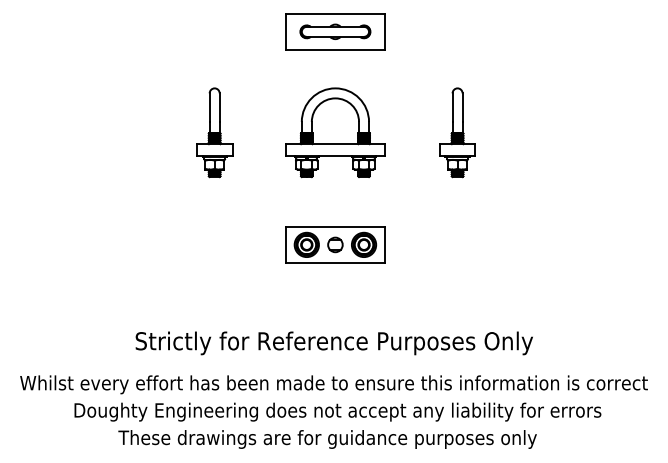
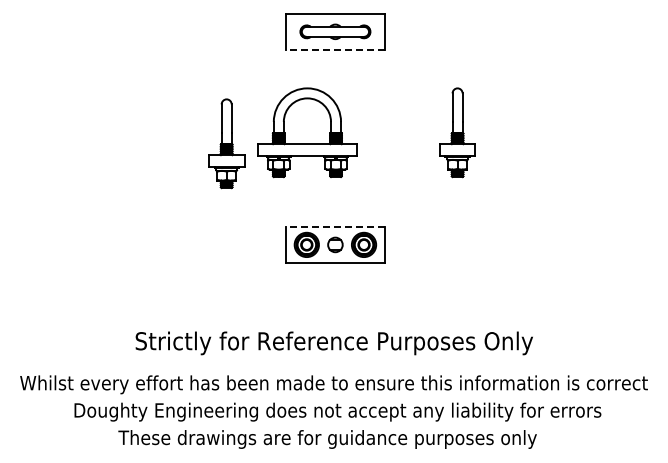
line at (334, 49): solid -> dashed
part at (214, 132) position: (214, 132) -> (226, 143)
part at (335, 132) position: (335, 132) -> (307, 132)
line at (334, 227): solid -> dashed
